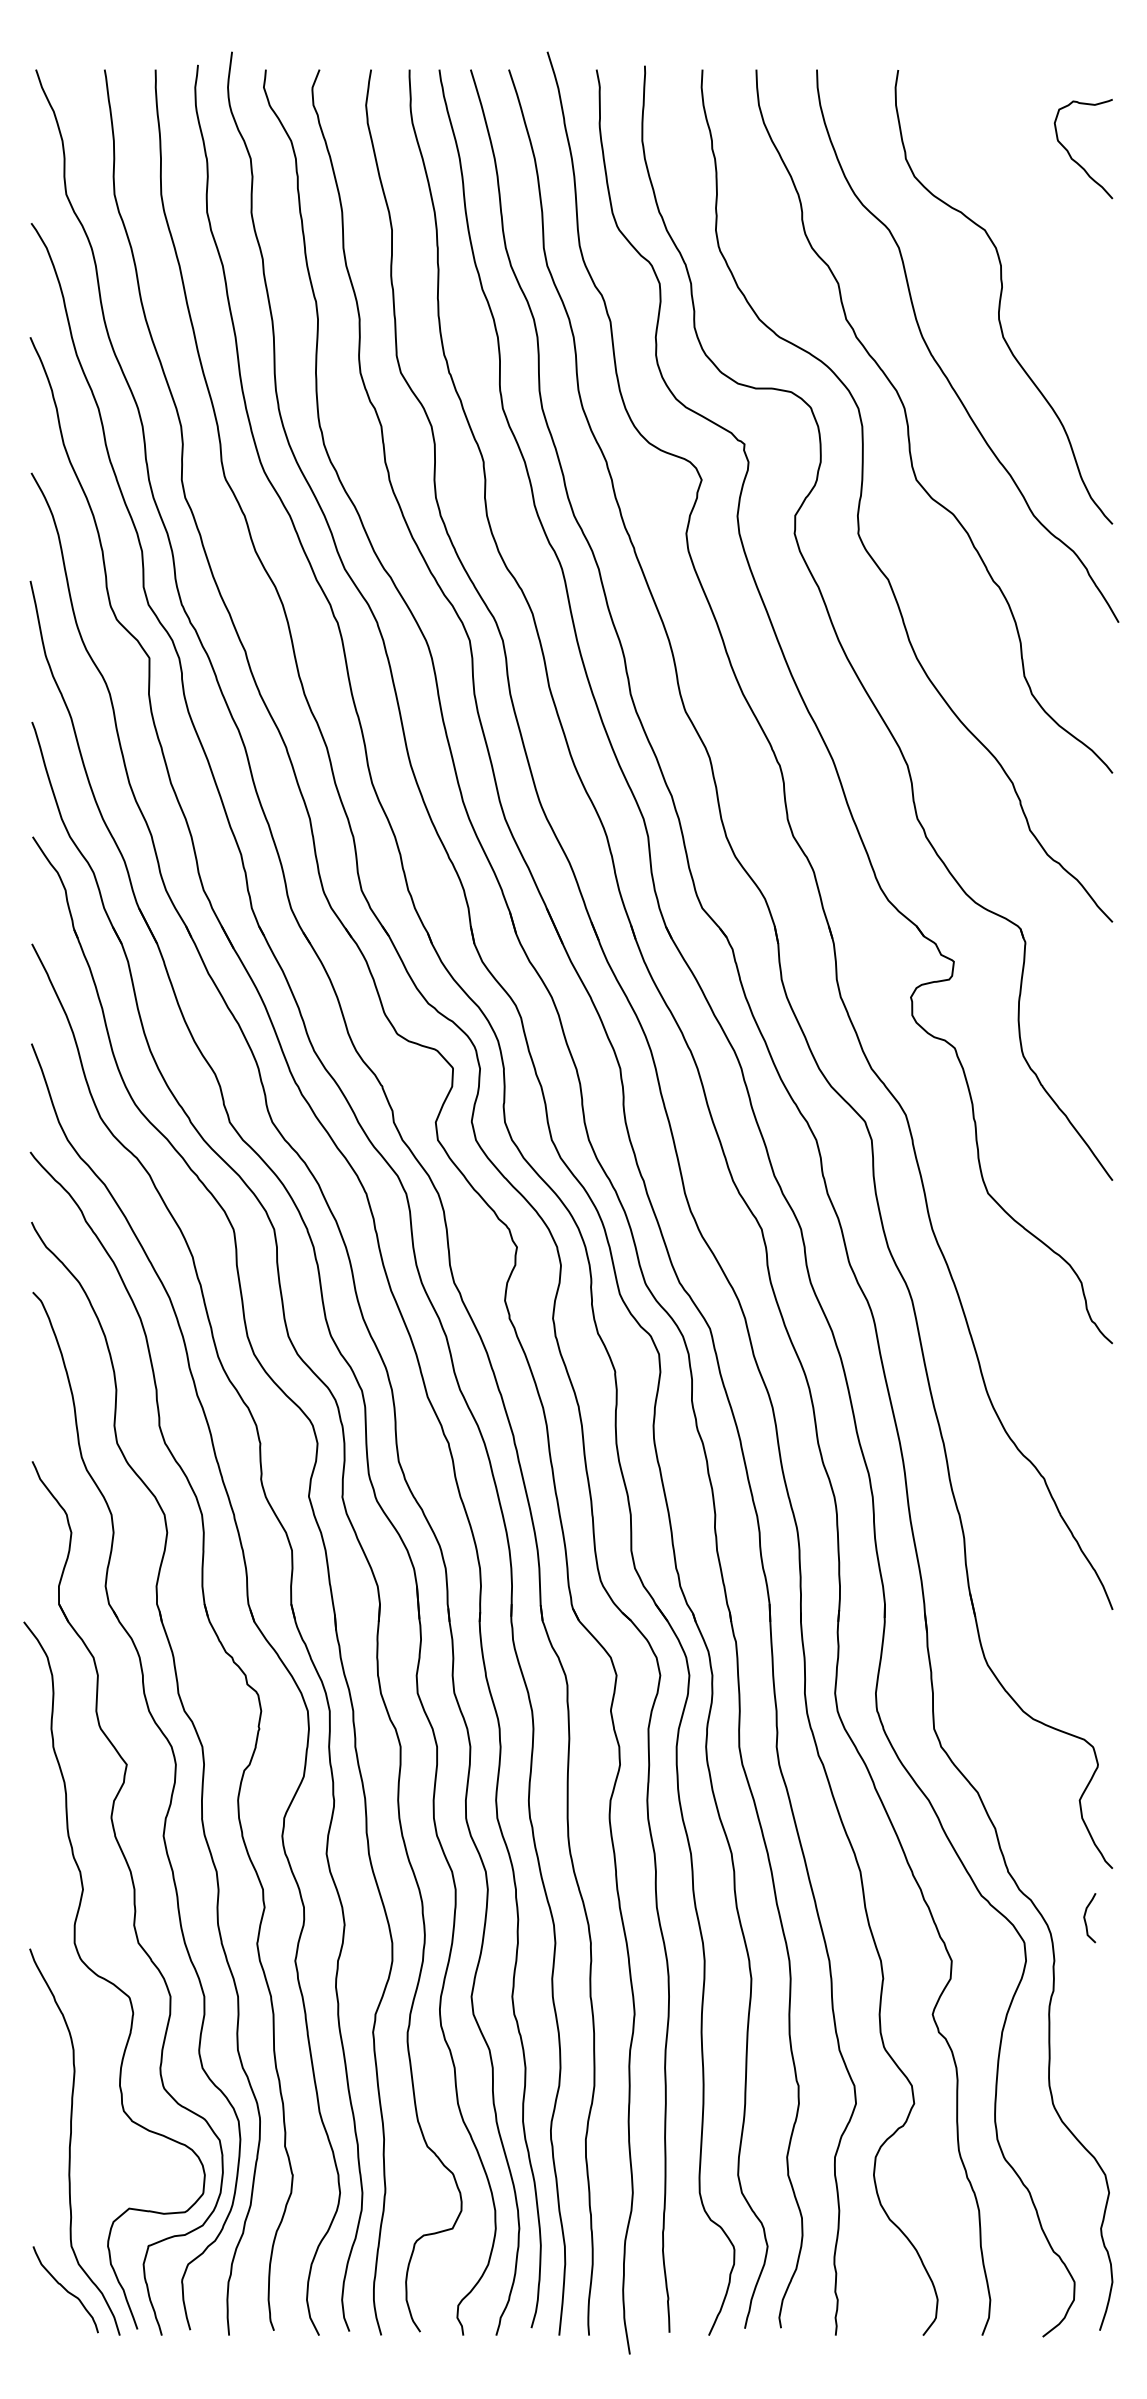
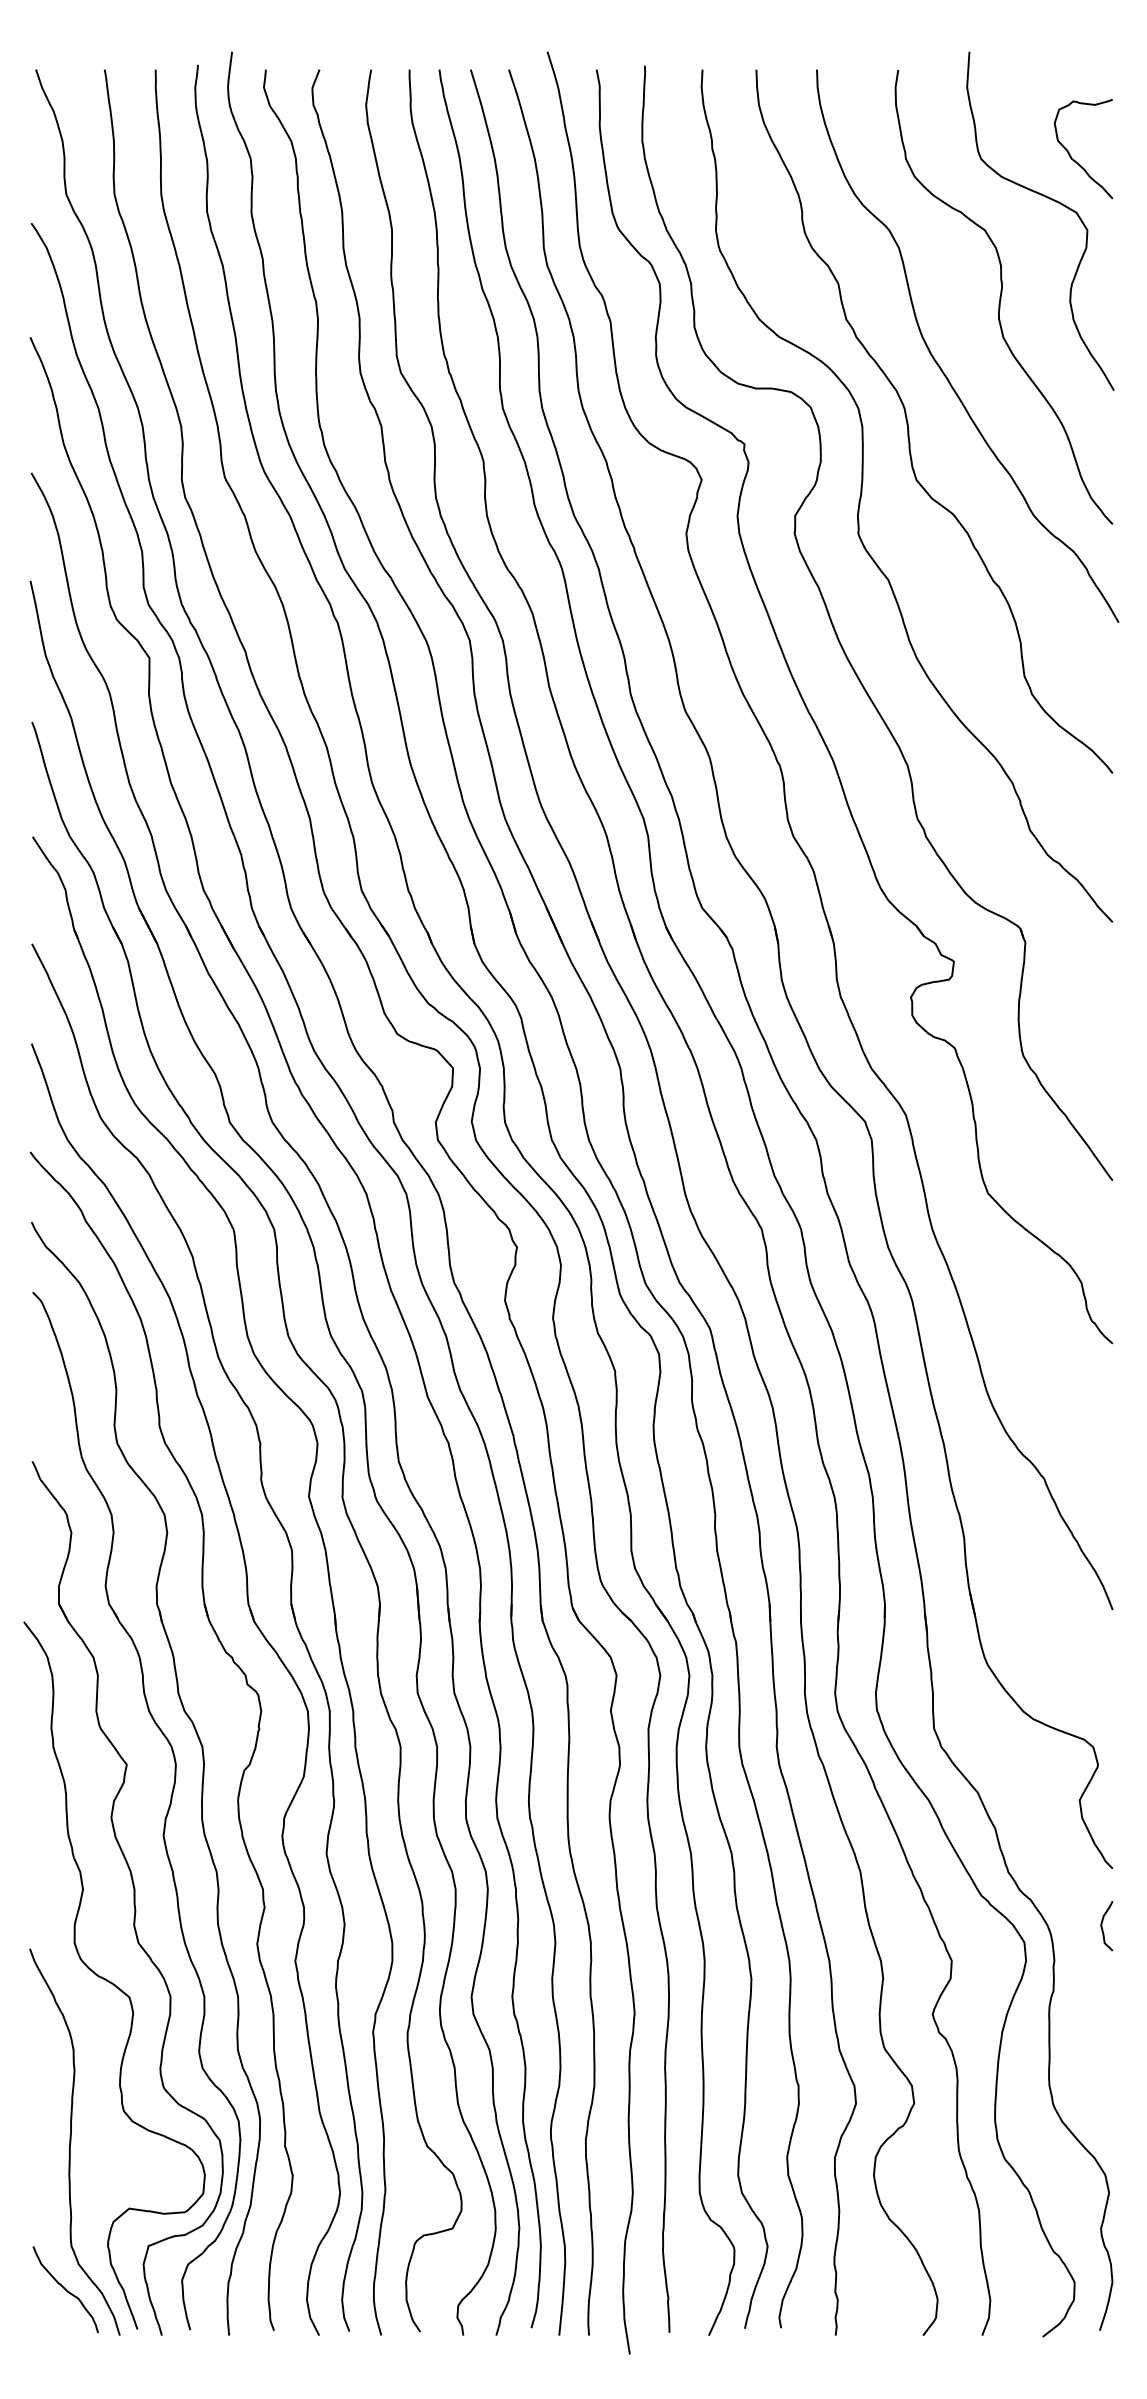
curve at (1051, 200): none -> present
curve at (1085, 1918) position: (1085, 1918) -> (1102, 1926)
